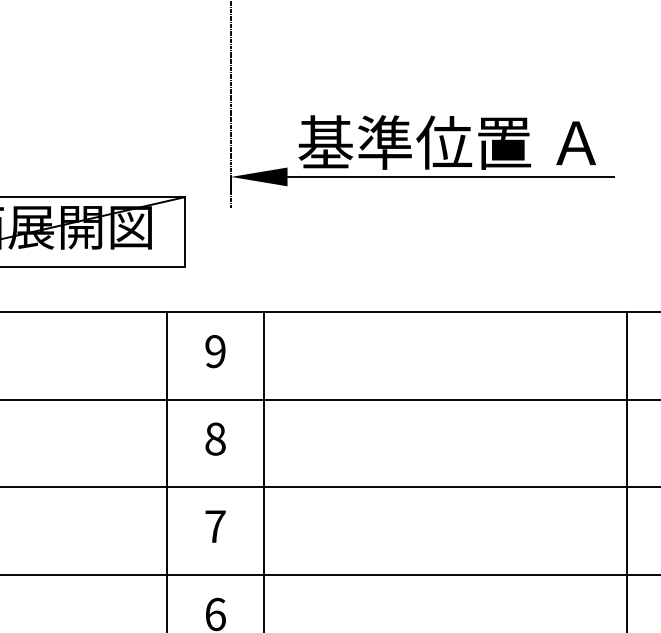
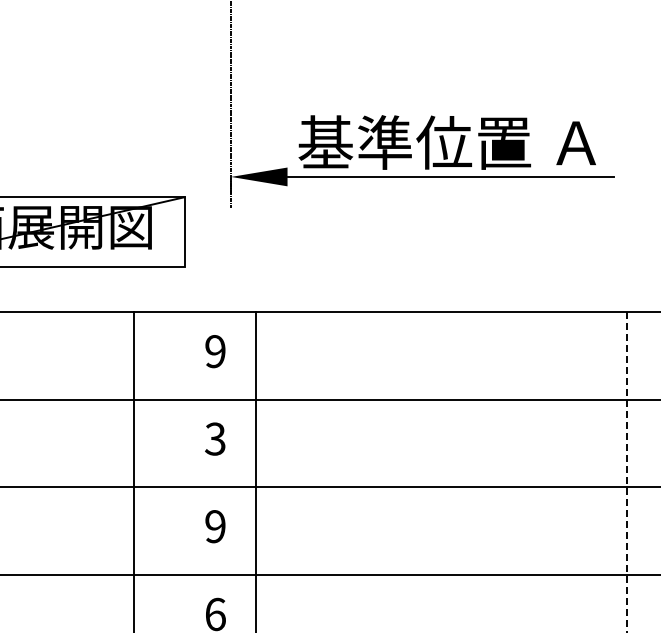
text at (215, 438): 8 -> 3
line at (167, 470) position: (167, 470) -> (134, 470)
line at (264, 470) position: (264, 470) -> (256, 470)
line at (626, 472): solid -> dashed
text at (215, 526): 7 -> 9
